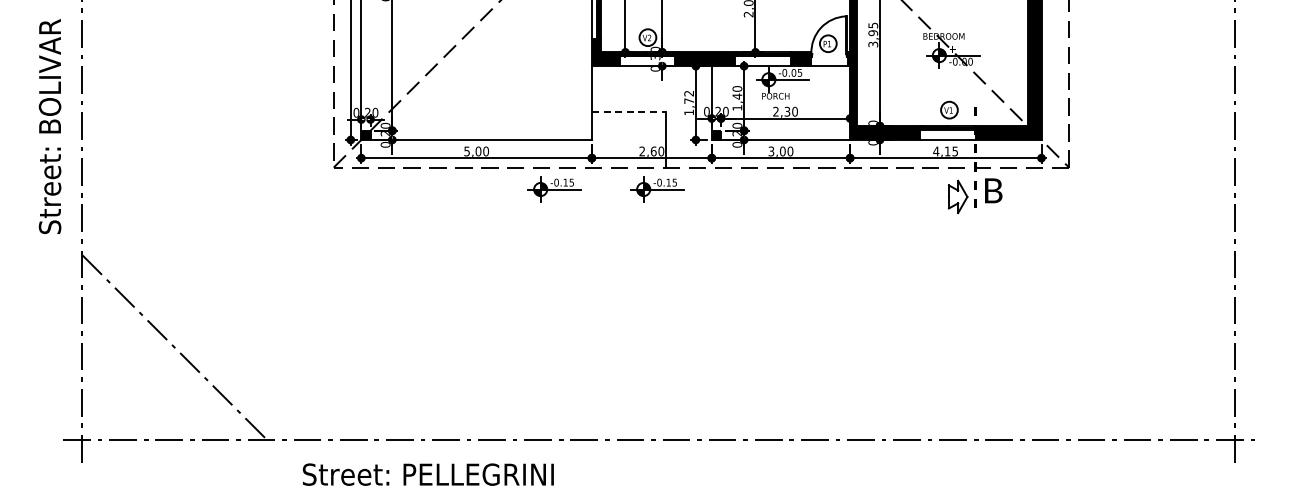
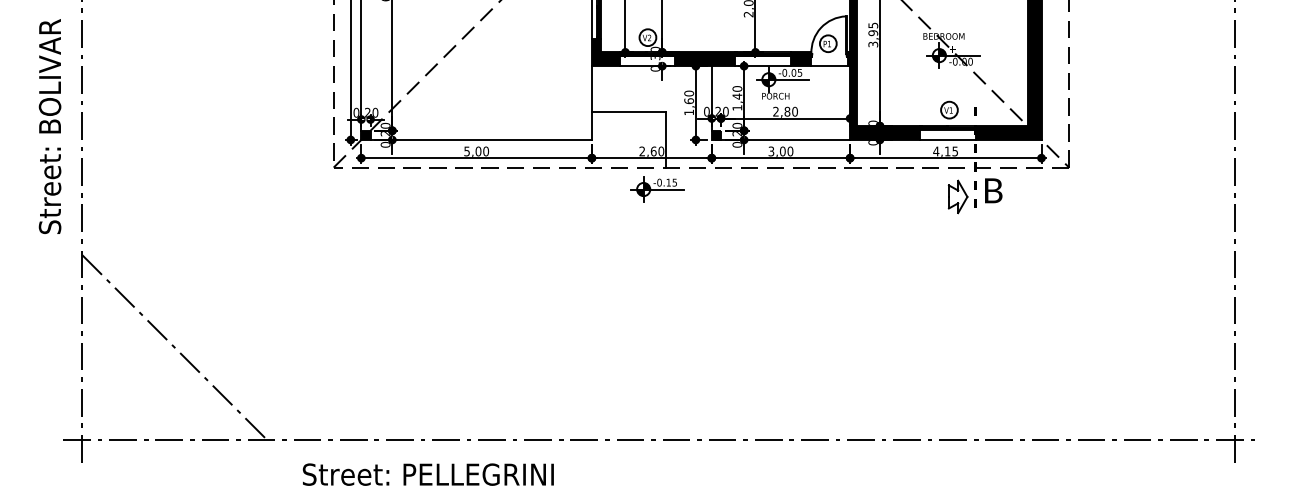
text at (689, 97): 1,72 -> 1,60
text at (787, 111): 2,30 -> 2,80
line at (628, 112): dashed -> solid
part at (554, 189): present -> none
